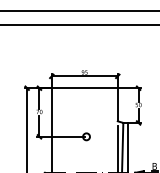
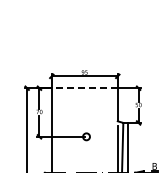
line at (79, 10): present -> none
line at (79, 24): present -> none
line at (84, 88): solid -> dashed
